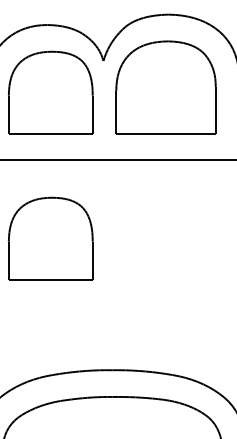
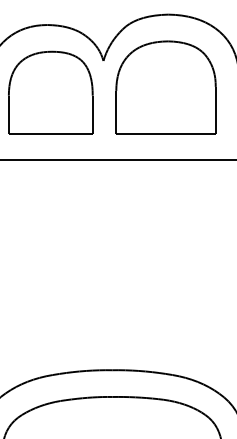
part at (50, 238): present -> none
